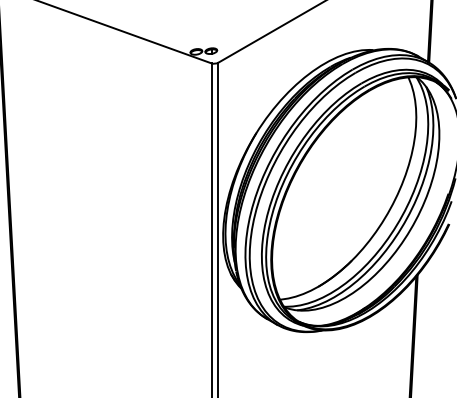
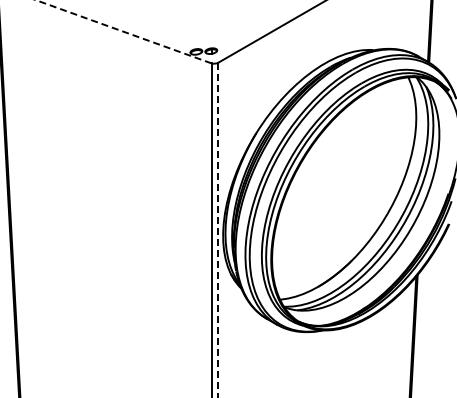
line at (123, 31): solid -> dashed
line at (218, 230): solid -> dashed
